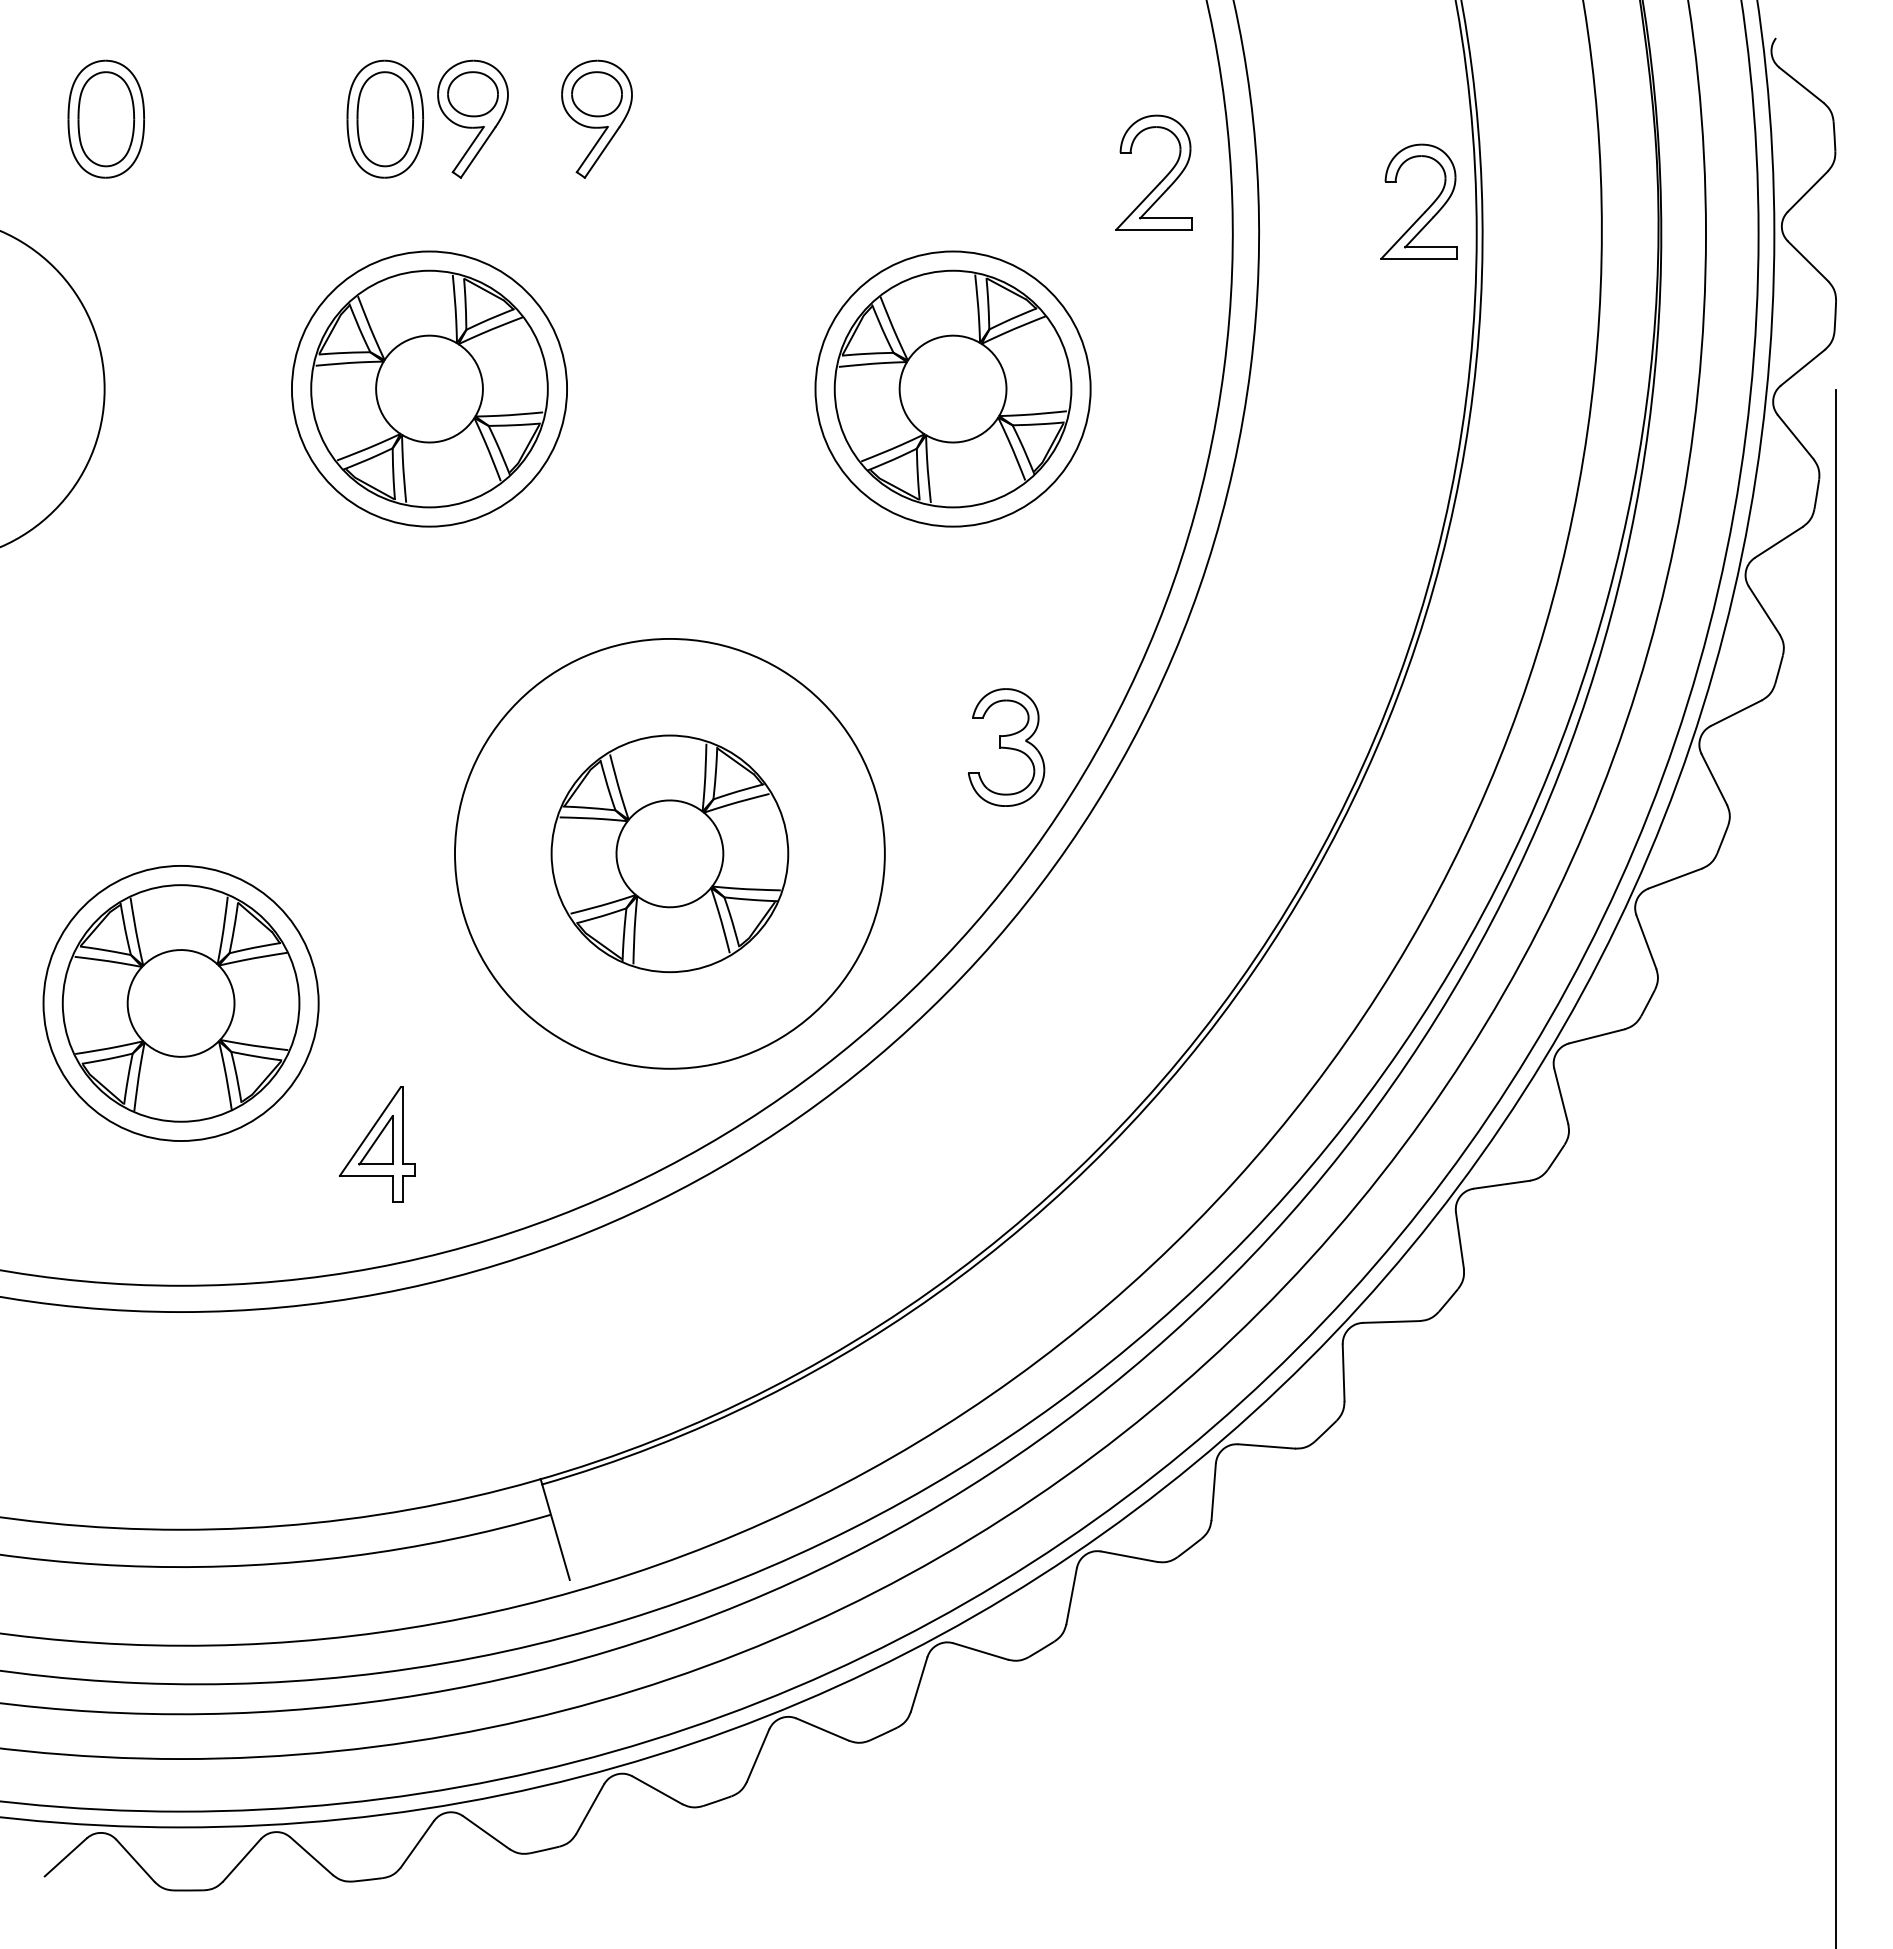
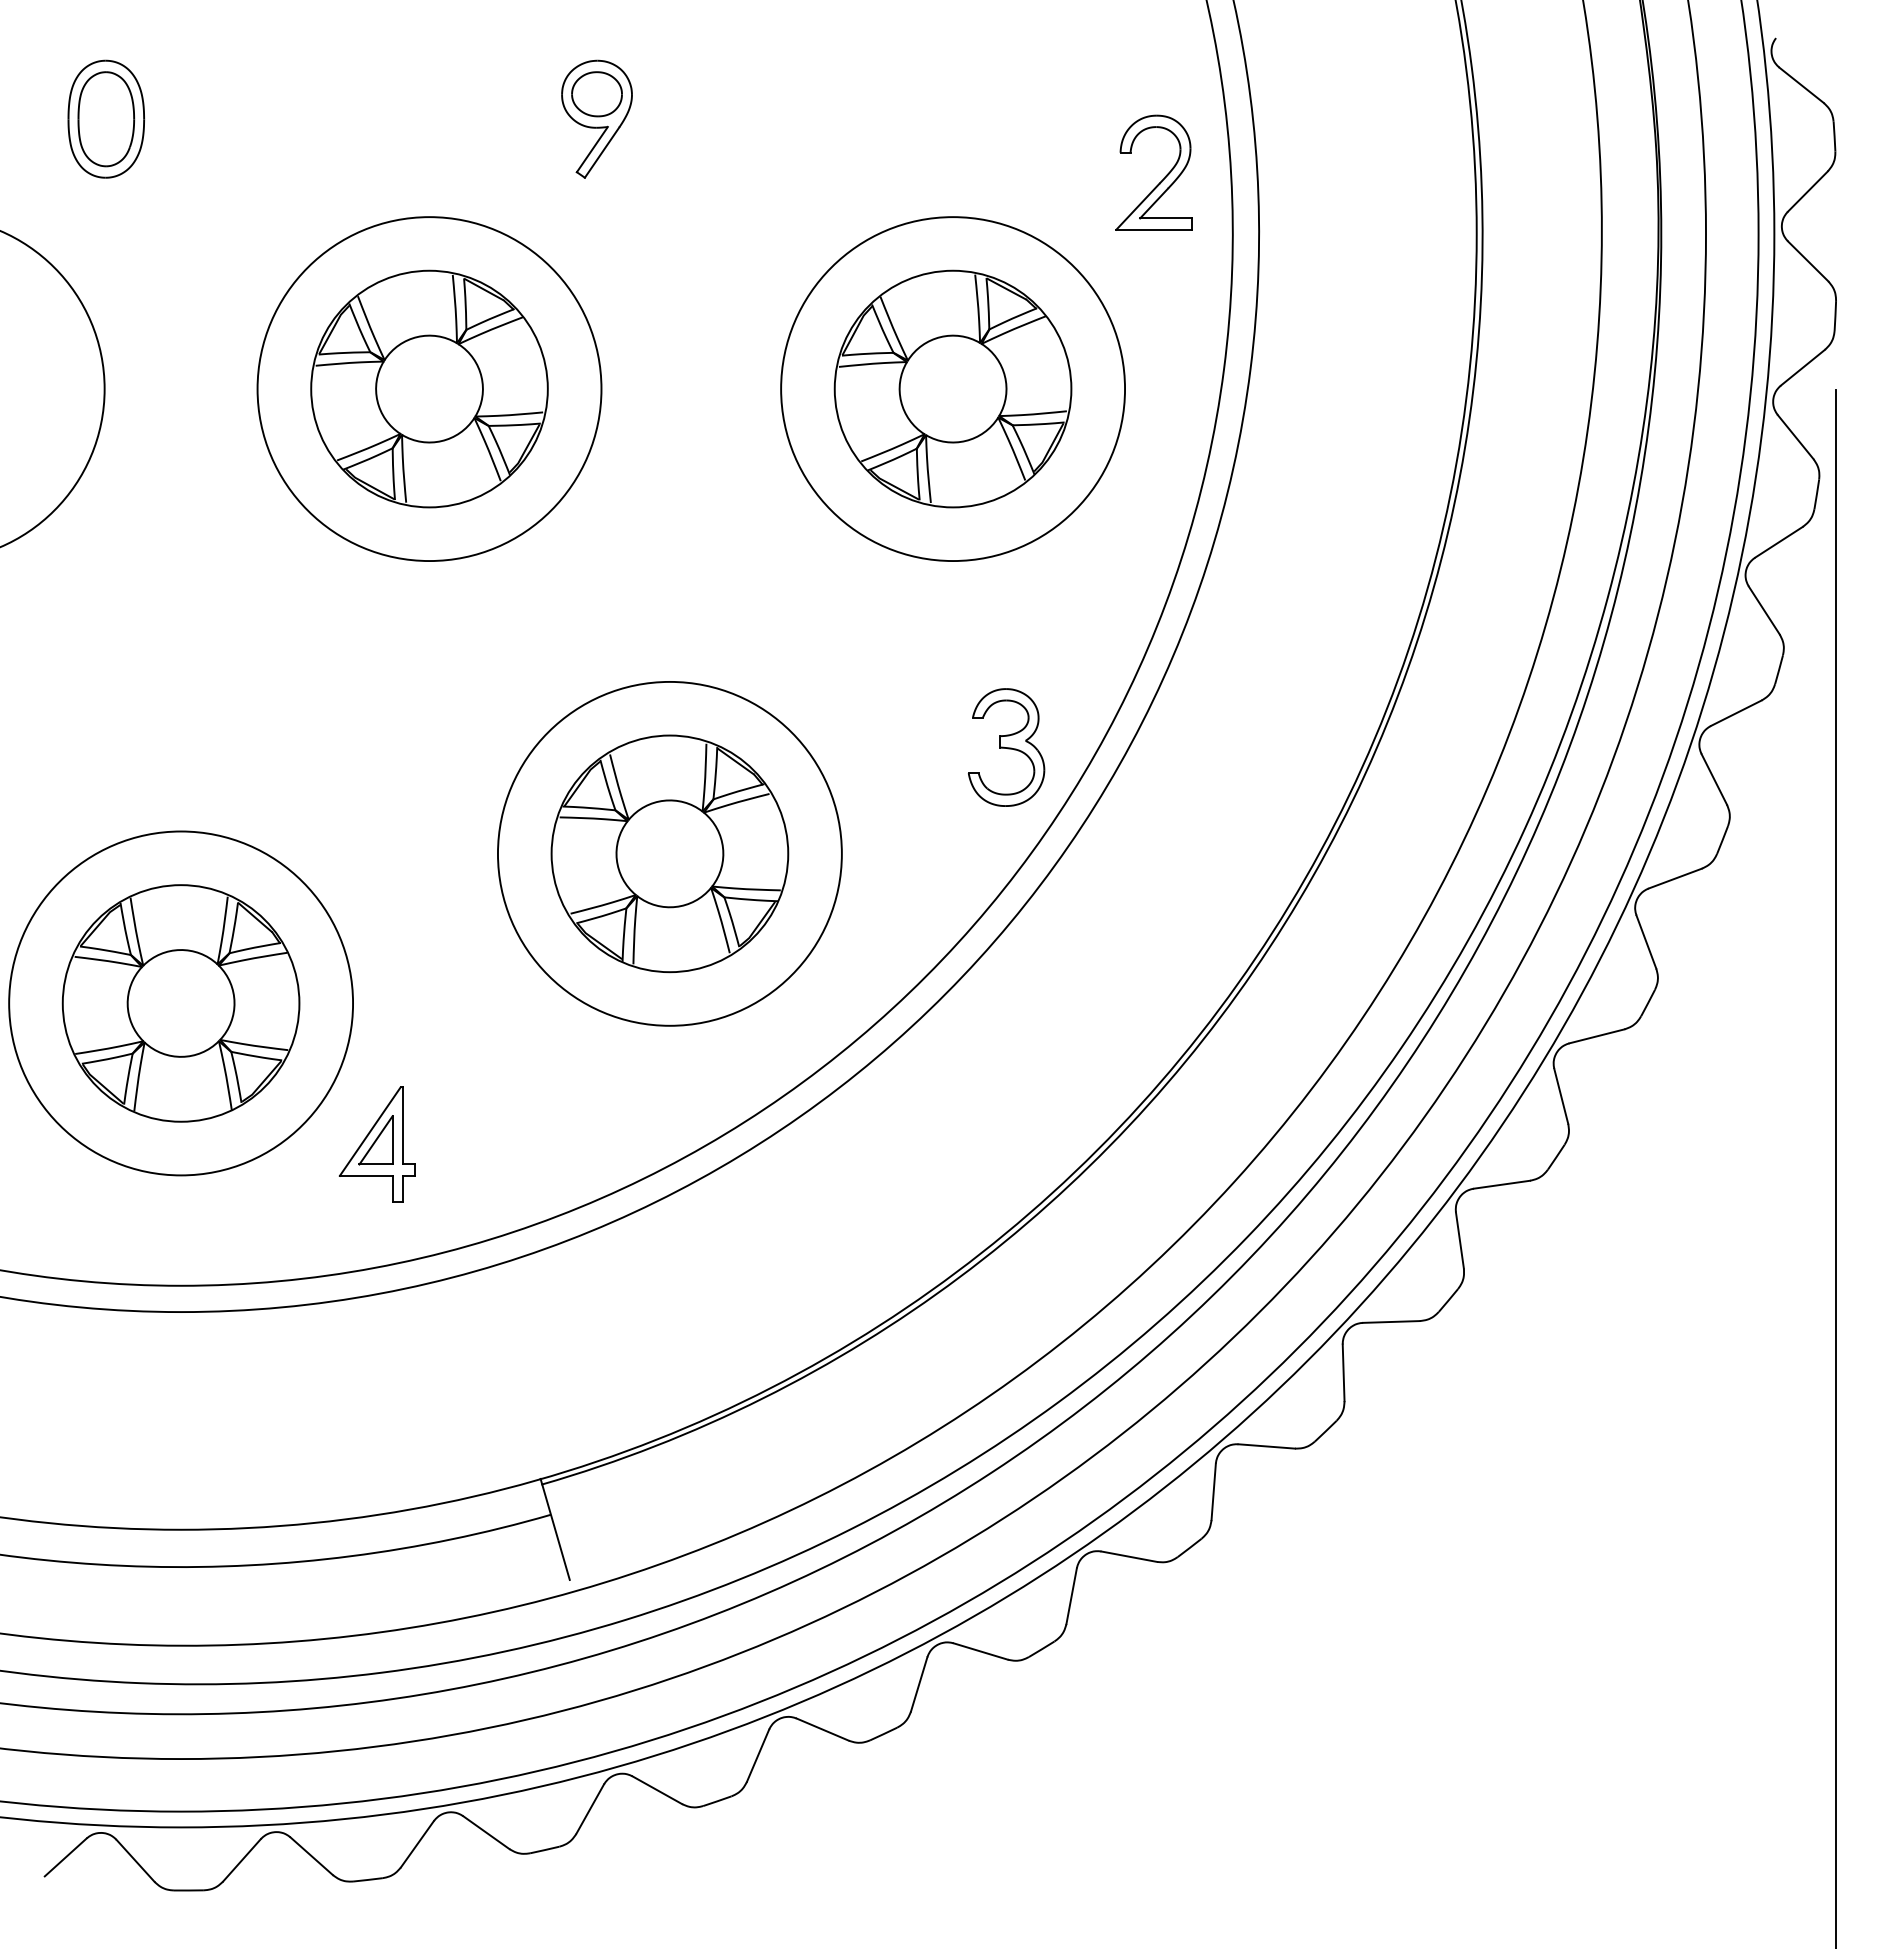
part at (384, 118): present -> none
part at (472, 118): present -> none
part at (1426, 209): present -> none
circle at (429, 388) diameter: 275 px -> 344 px
circle at (952, 388) diameter: 275 px -> 344 px
circle at (669, 853) diameter: 430 px -> 344 px
circle at (180, 1003) diameter: 275 px -> 344 px
